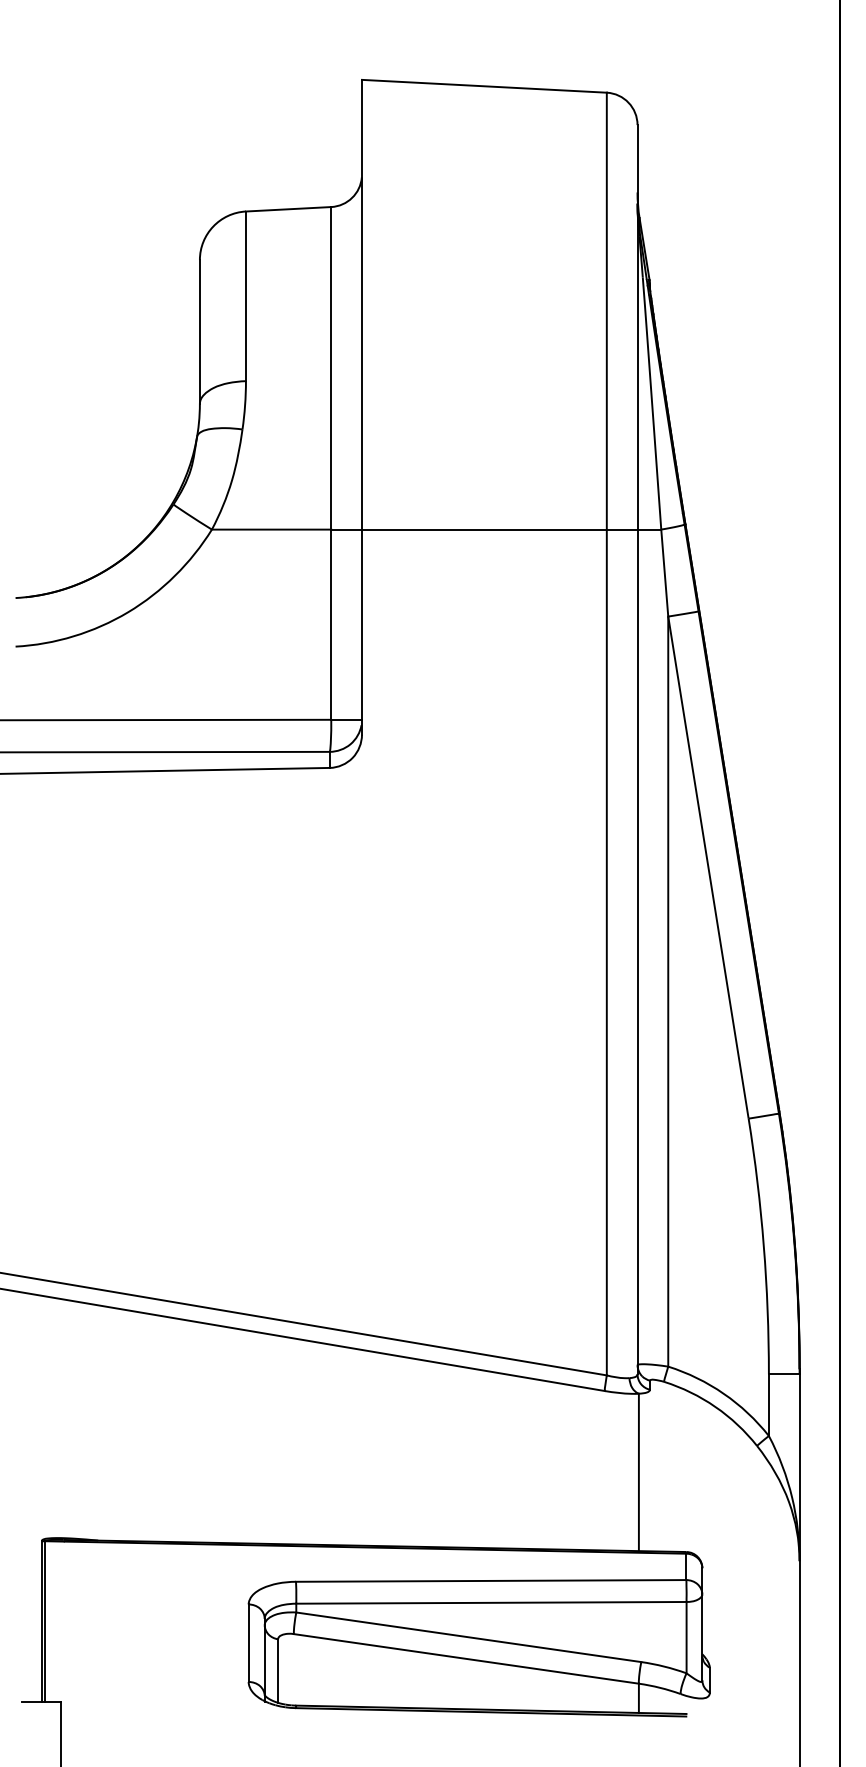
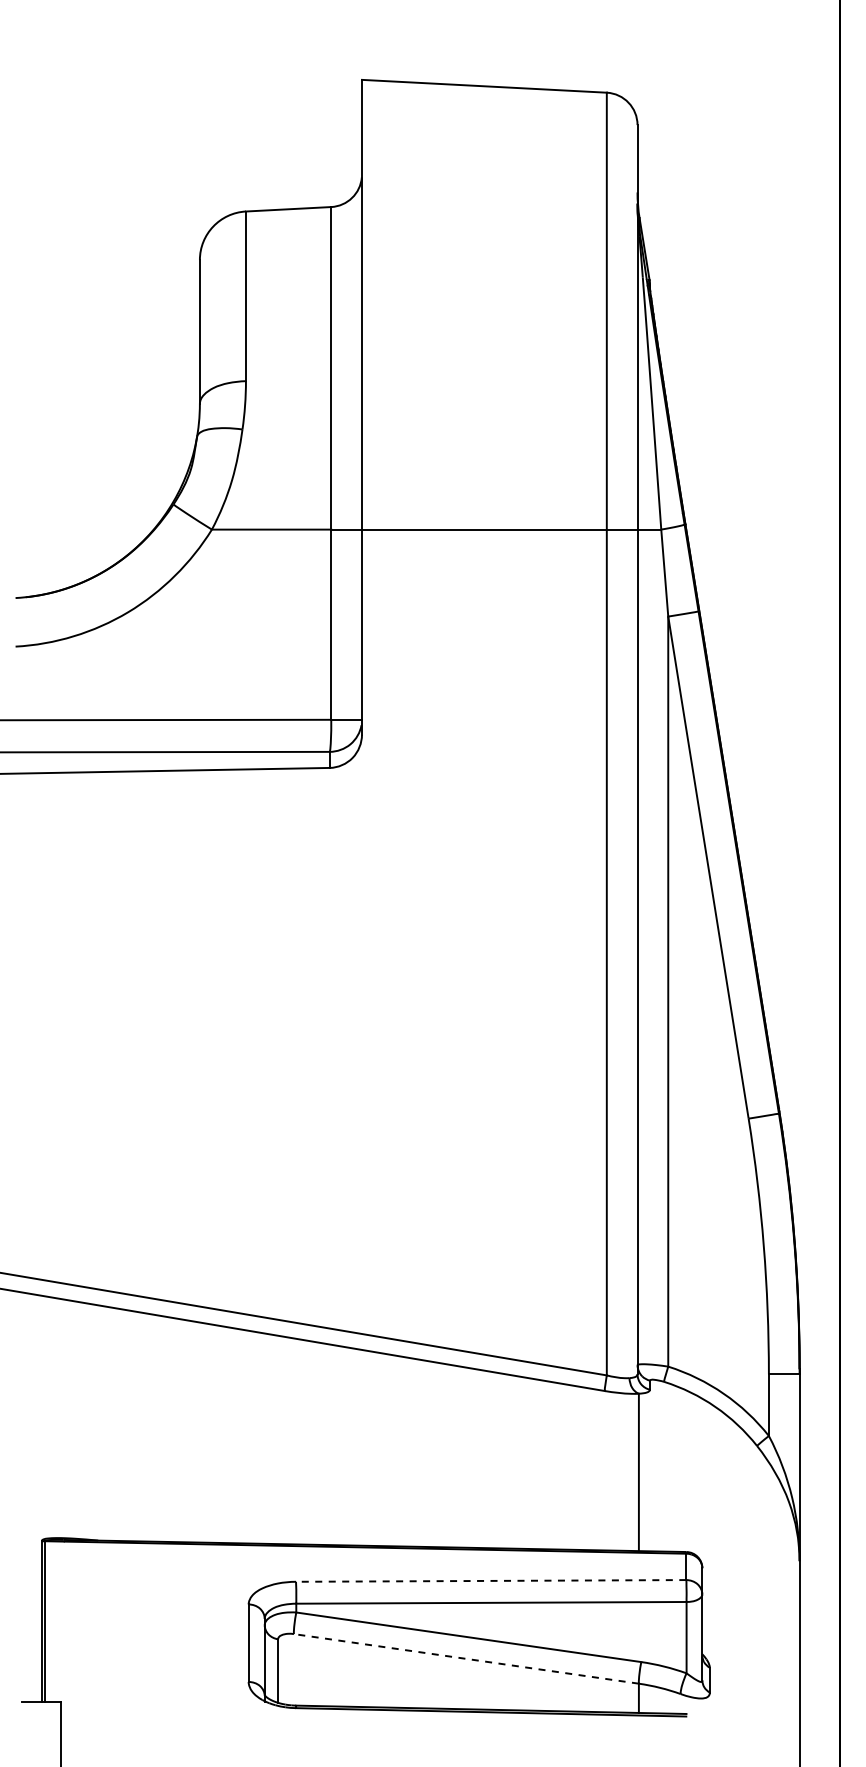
line at (490, 1580): solid -> dashed
line at (465, 1658): solid -> dashed
